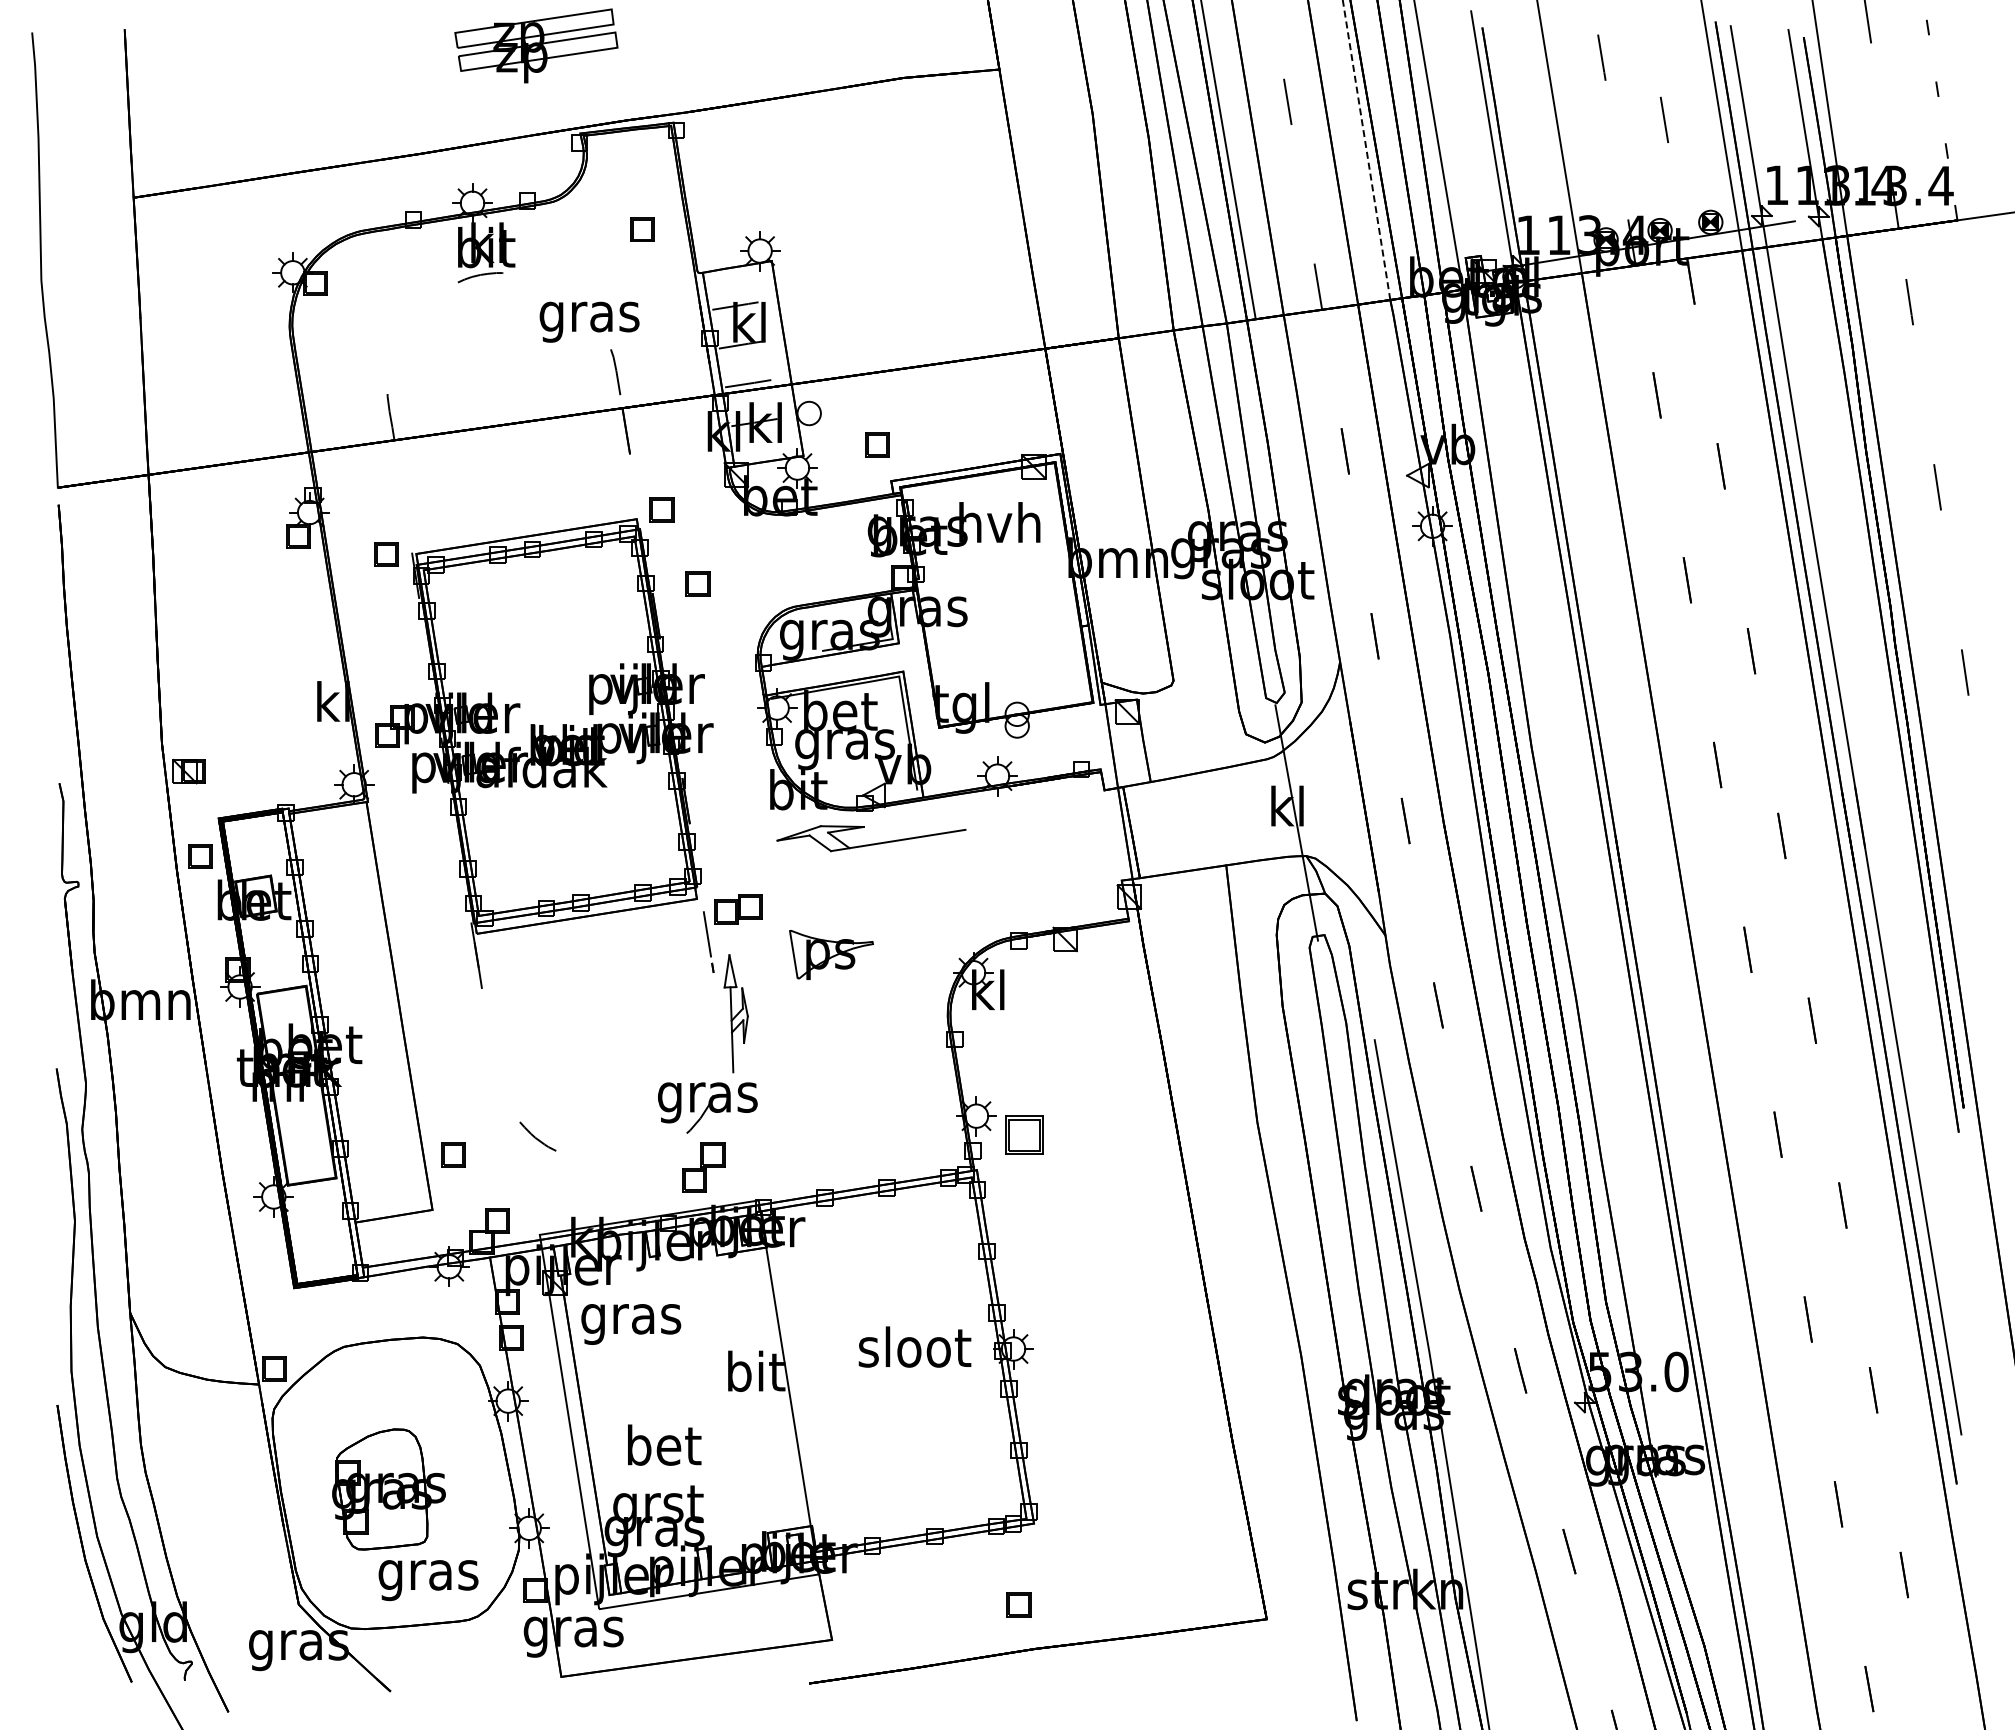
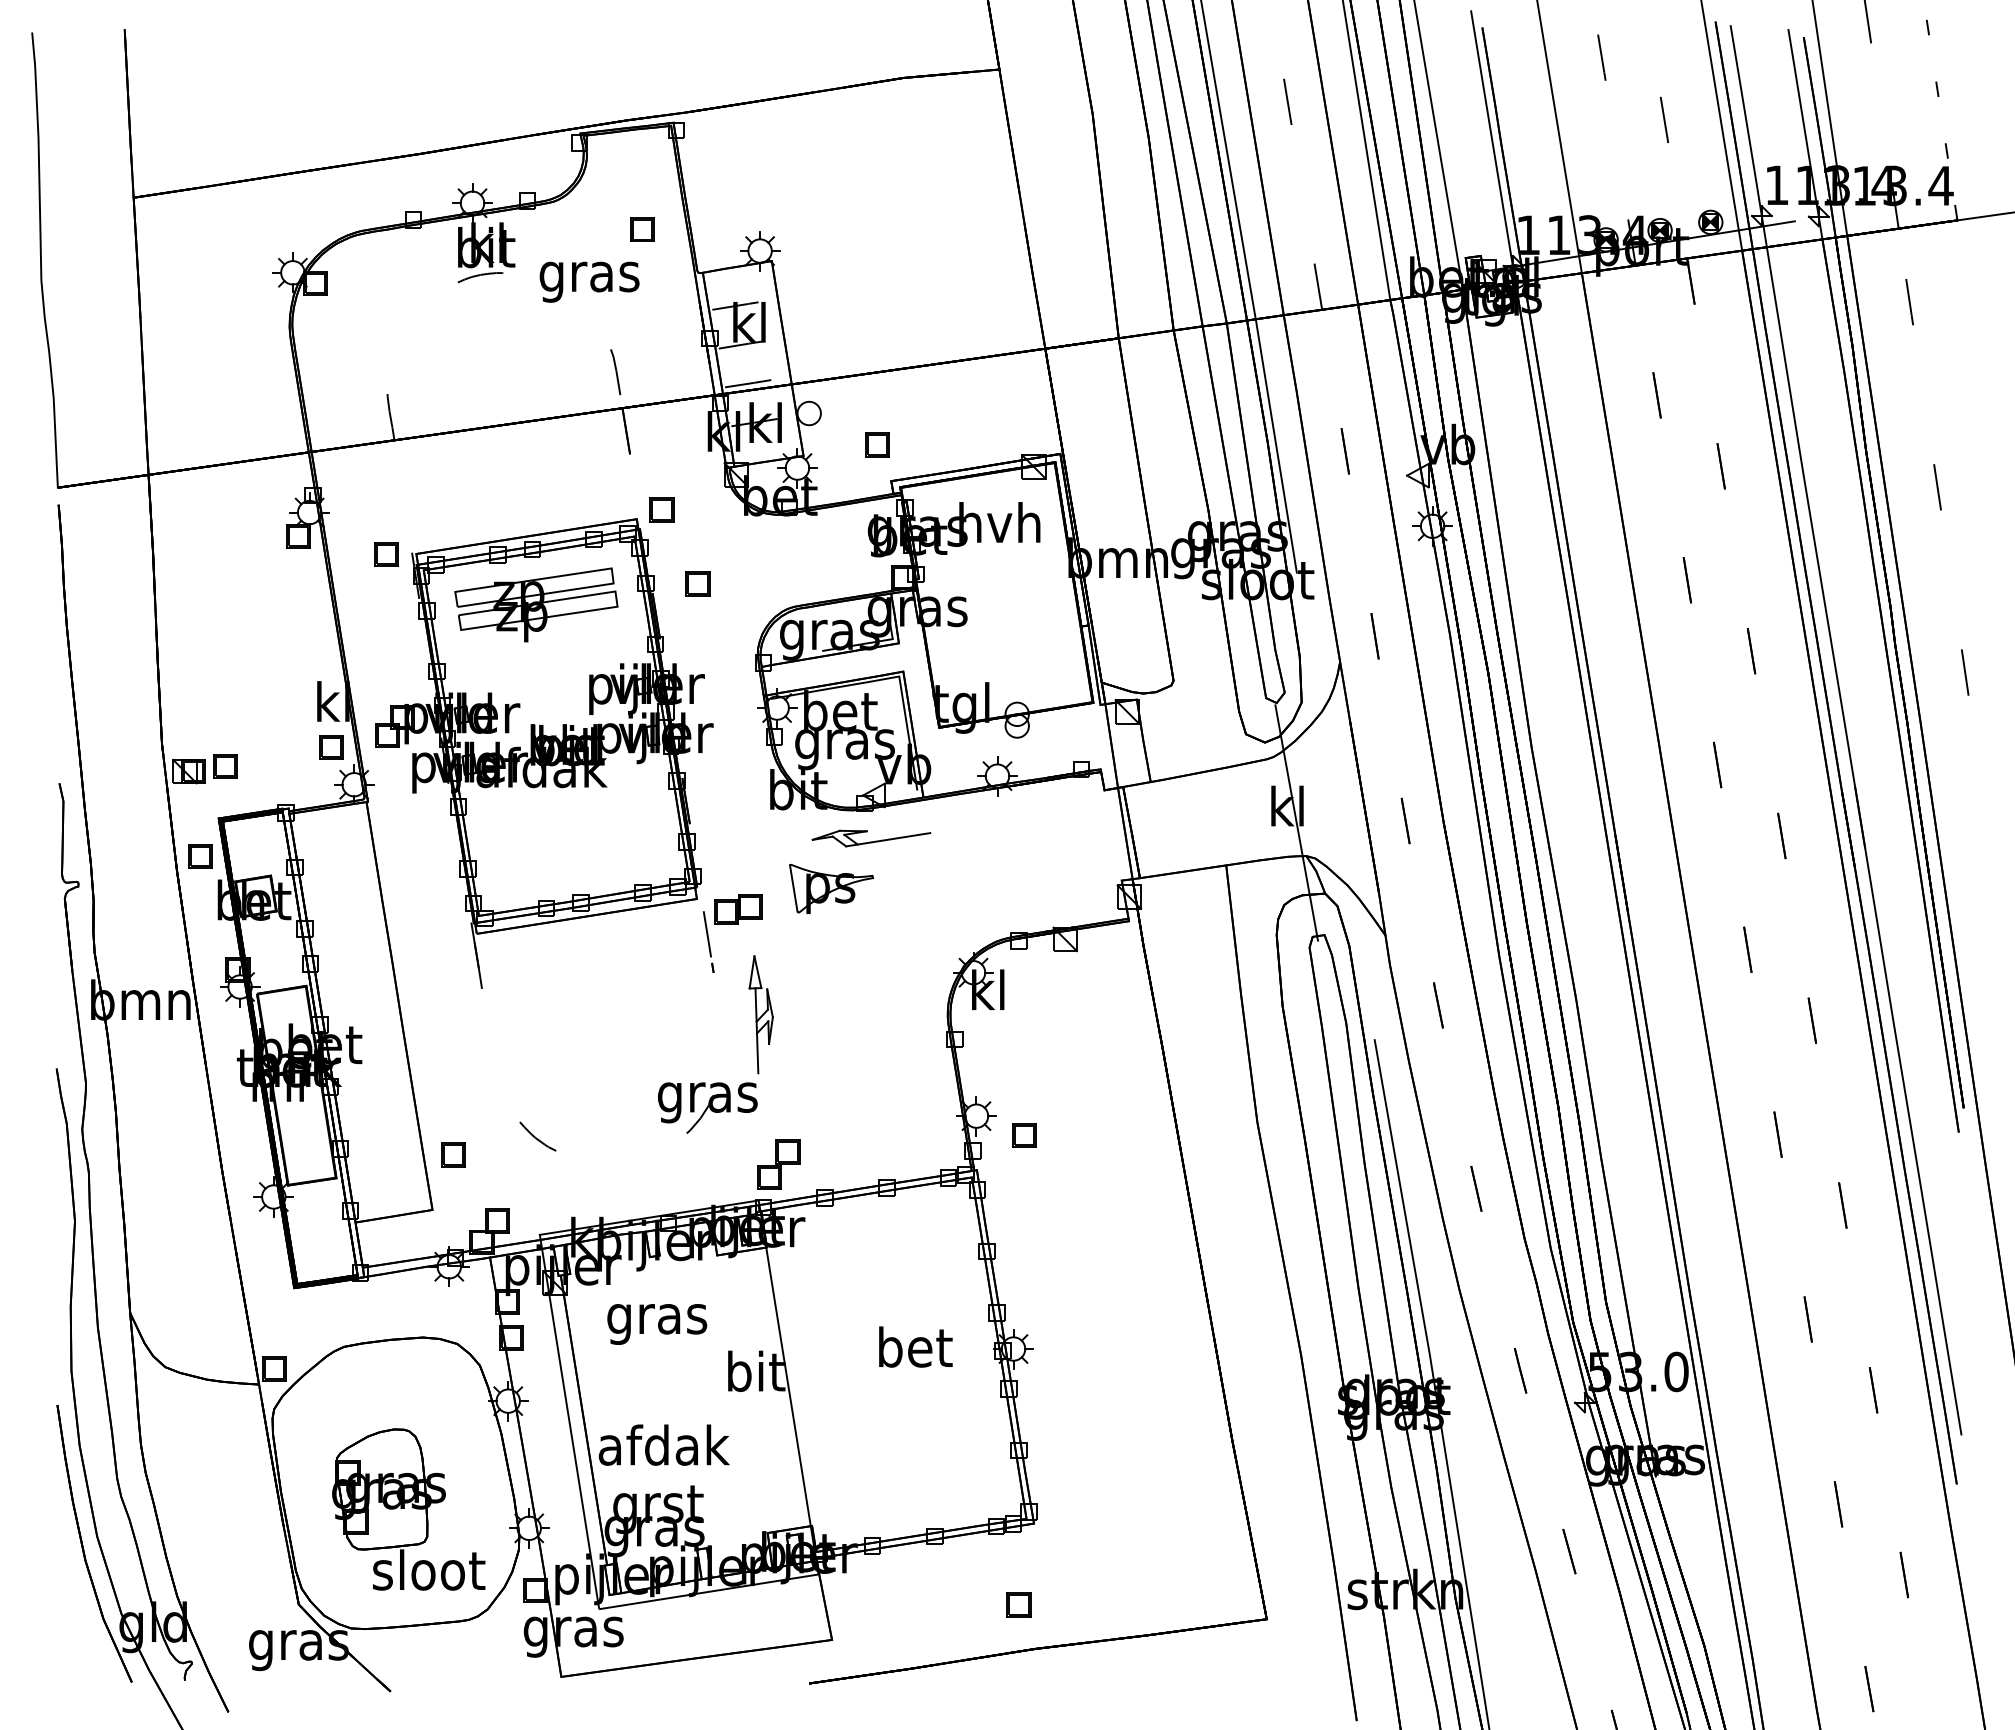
part at (536, 45) position: (536, 45) -> (536, 604)
line at (1366, 149): dashed -> solid
text at (589, 321) position: (589, 321) -> (589, 281)
line at (1276, 446): none -> present
part at (331, 747): none -> present
part at (225, 766): none -> present
part at (871, 838) size: 191x28 px -> 121x19 px
part at (831, 954) position: (831, 954) -> (831, 888)
part at (735, 1013) position: (735, 1013) -> (760, 1014)
part at (1024, 1134) size: 39x40 px -> 25x25 px
part at (703, 1167) position: (703, 1167) -> (778, 1164)
text at (631, 1324) position: (631, 1324) -> (657, 1324)
text at (914, 1346): sloot -> bet
text at (663, 1444): bet -> afdak
text at (429, 1575): gras -> sloot
